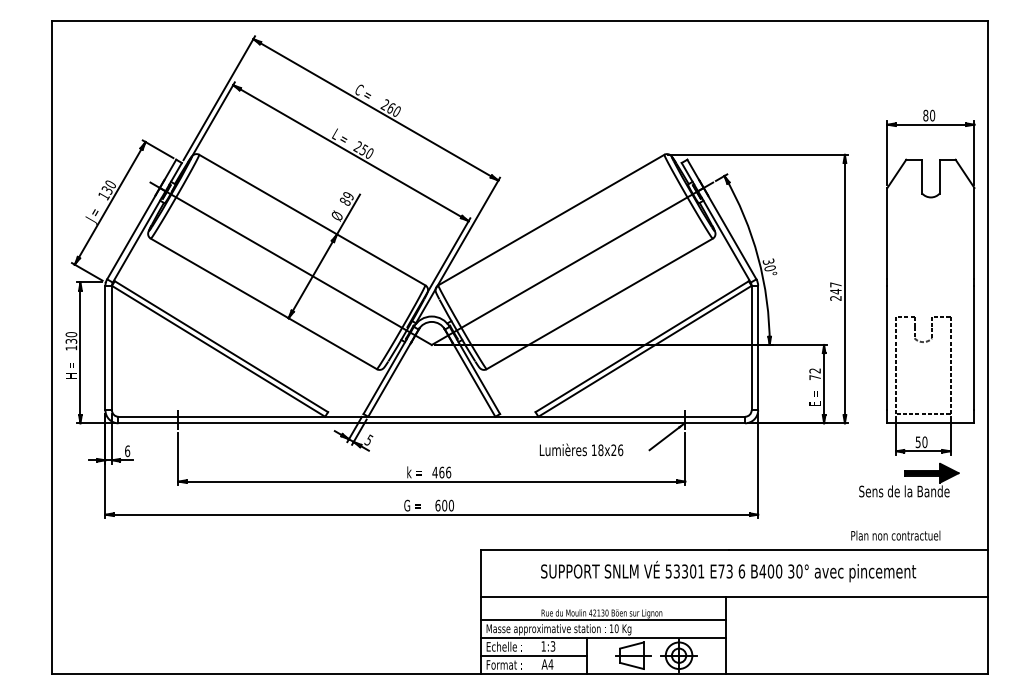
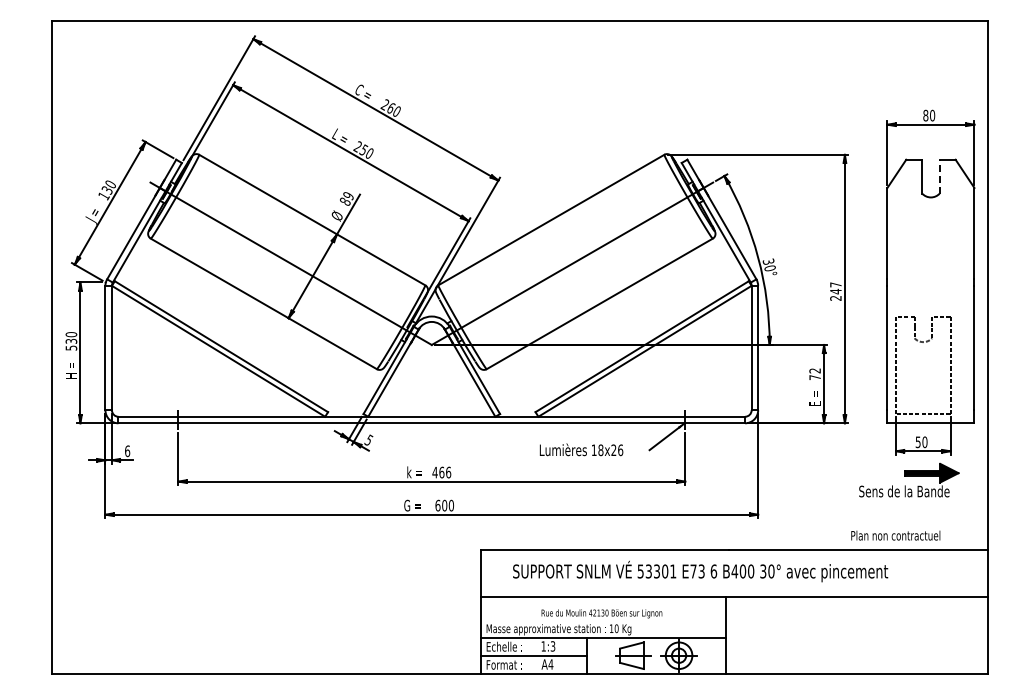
line at (939, 176): solid -> dashed
text at (71, 347): 130 -> 530
text at (728, 571) position: (728, 571) -> (700, 571)
line at (603, 620): present -> none
